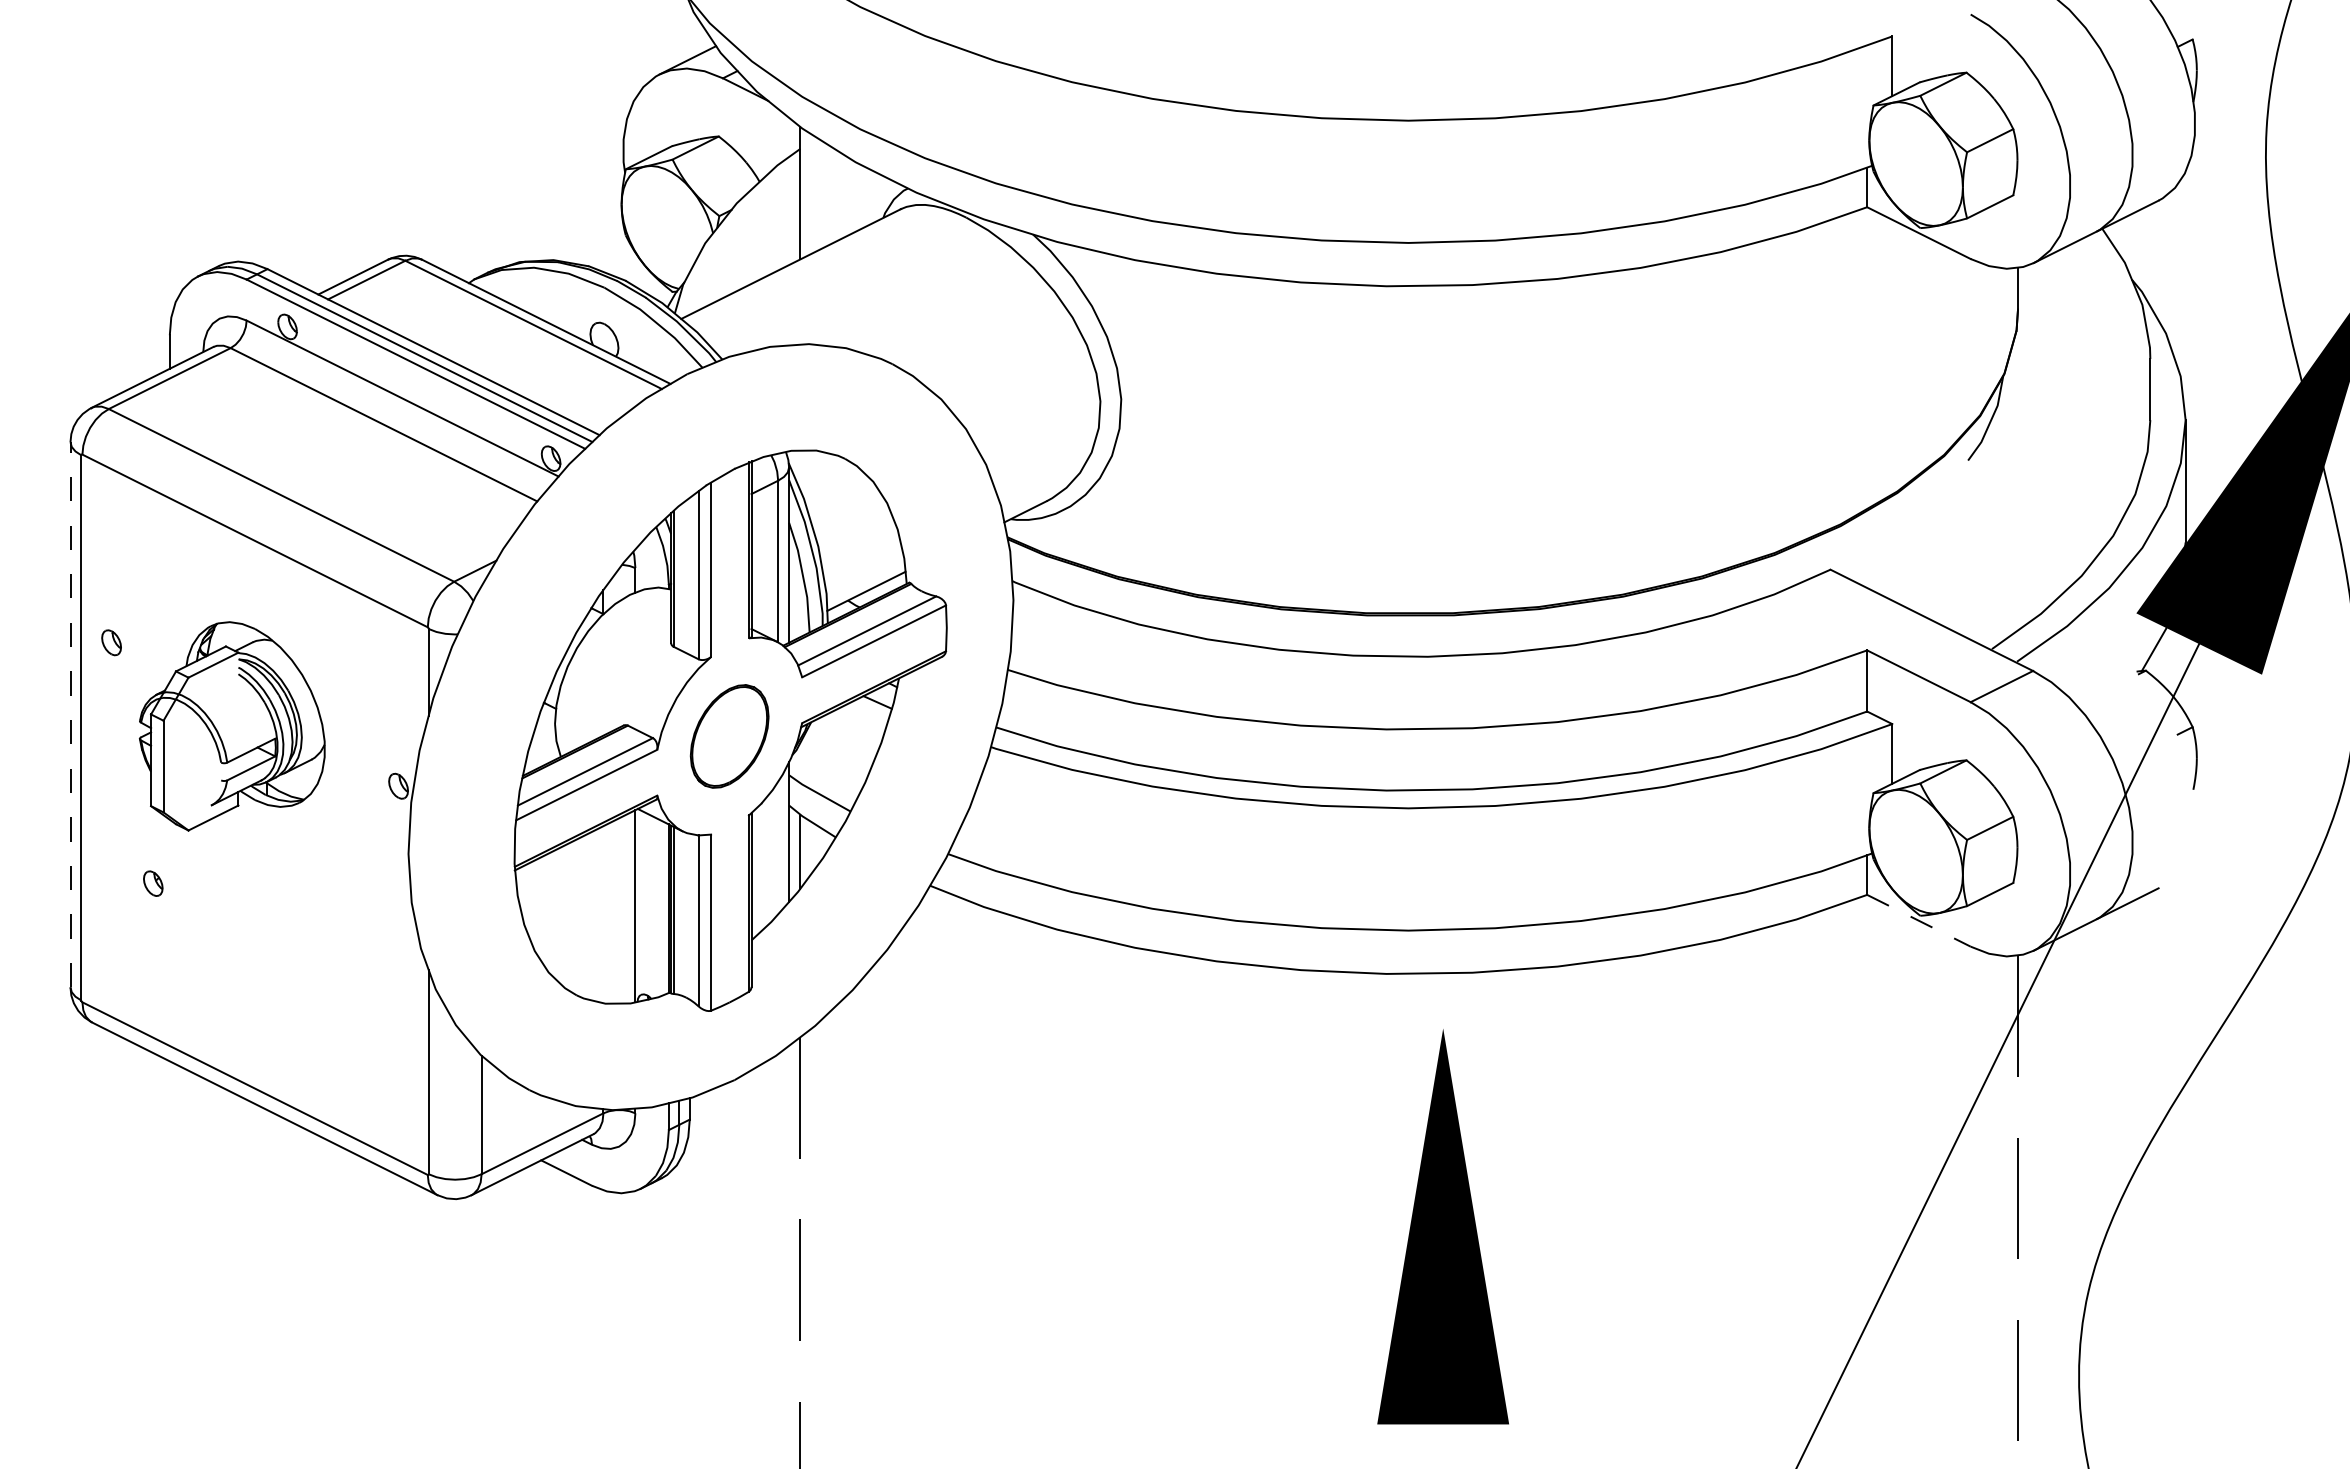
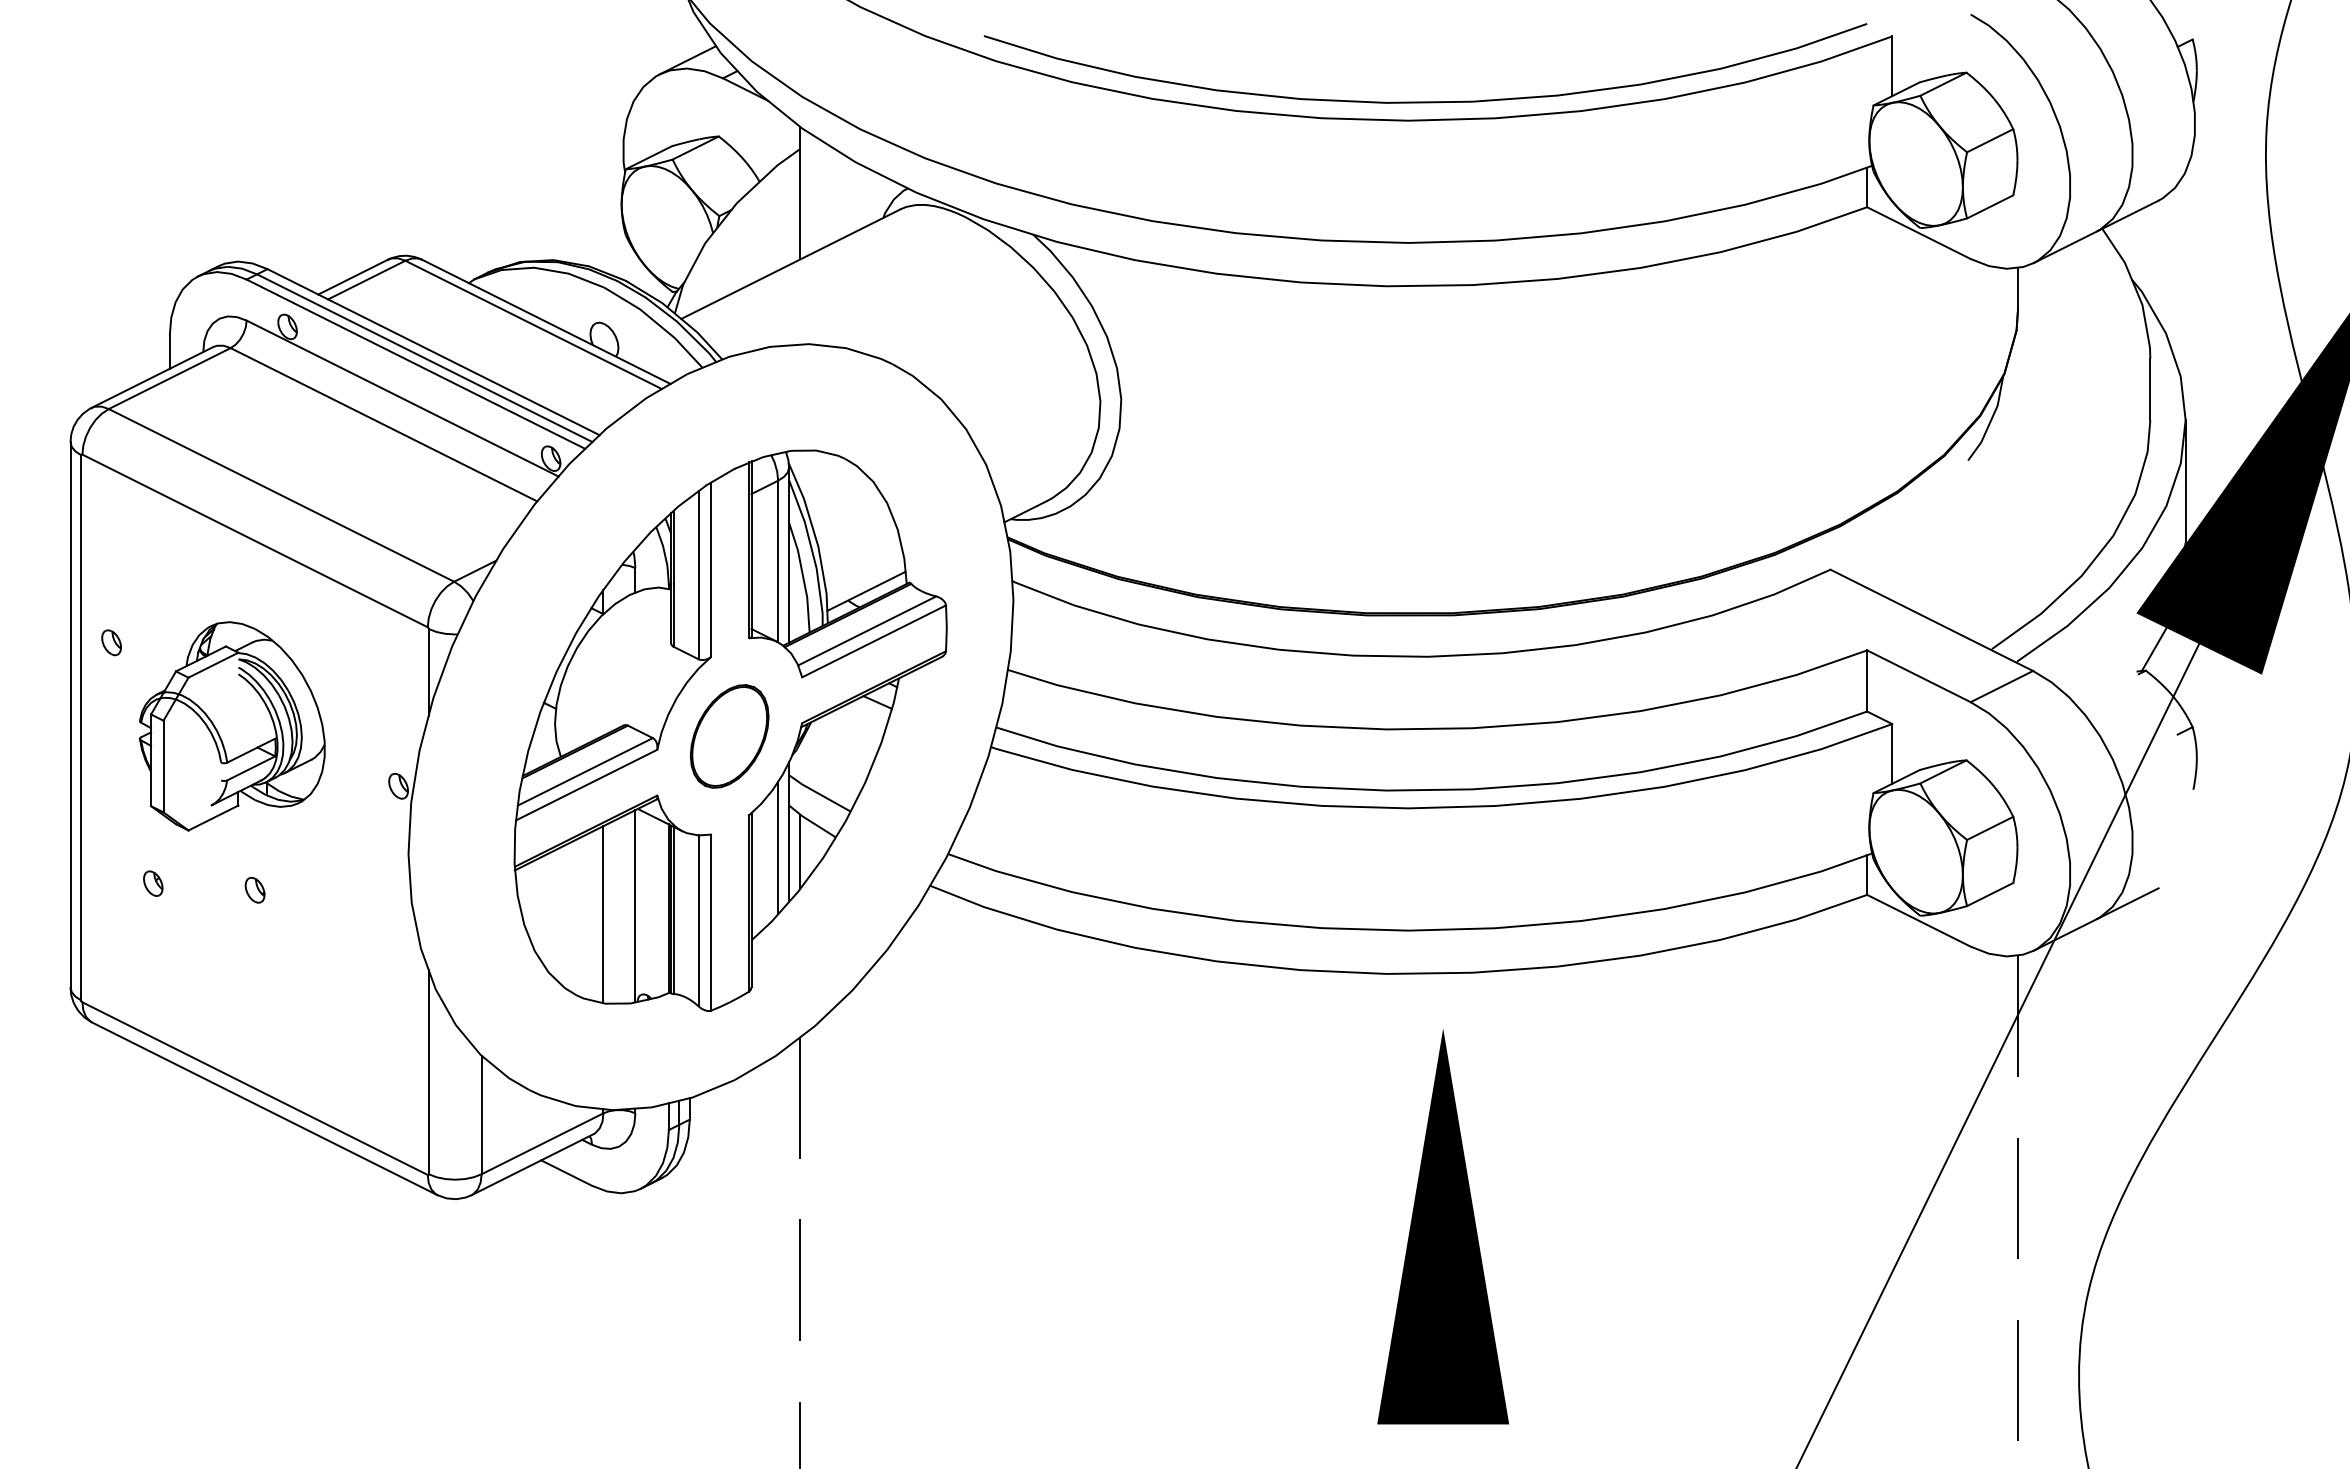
curve at (1425, 101): none -> present
line at (70, 714): dashed -> solid
line at (778, 847): none -> present
part at (254, 889): none -> present
line at (603, 914): none -> present
line at (1918, 920): dashed -> solid
